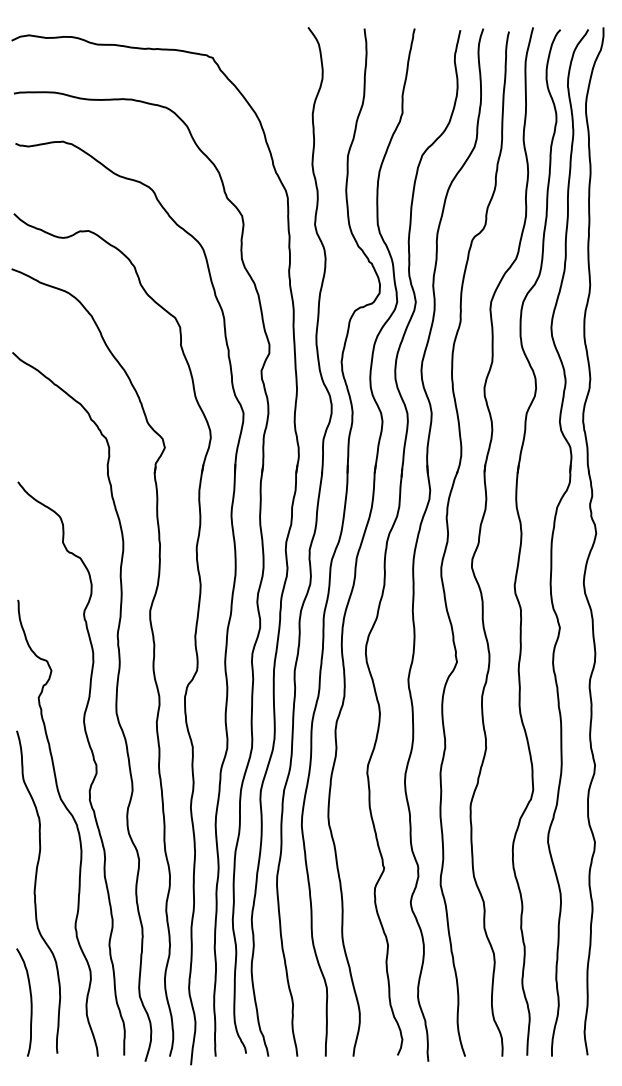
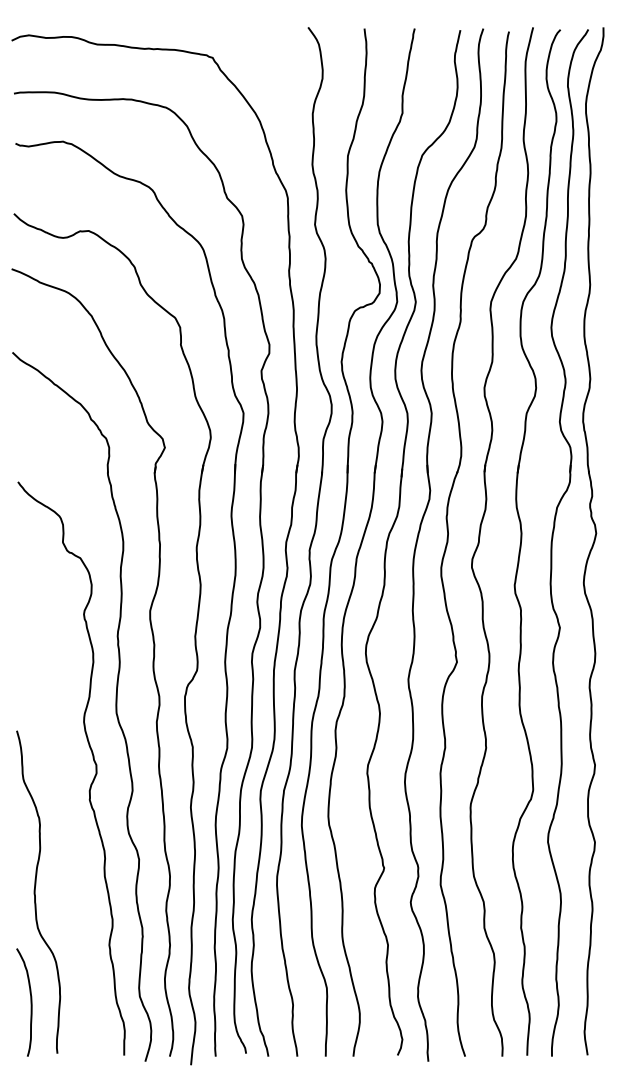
curve at (73, 820): present -> none
